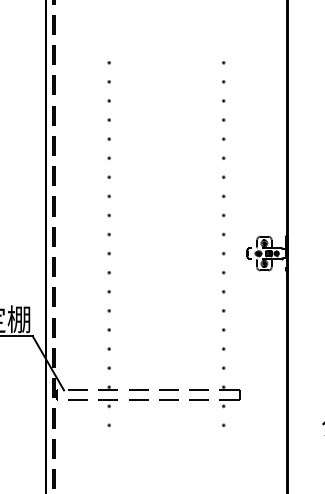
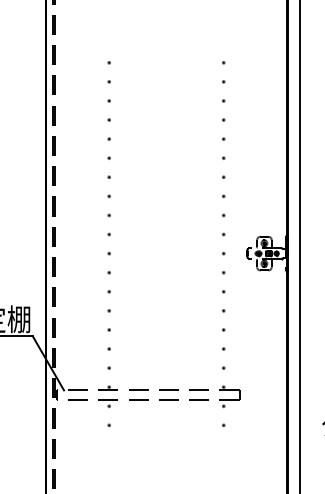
line at (299, 246): none -> present
